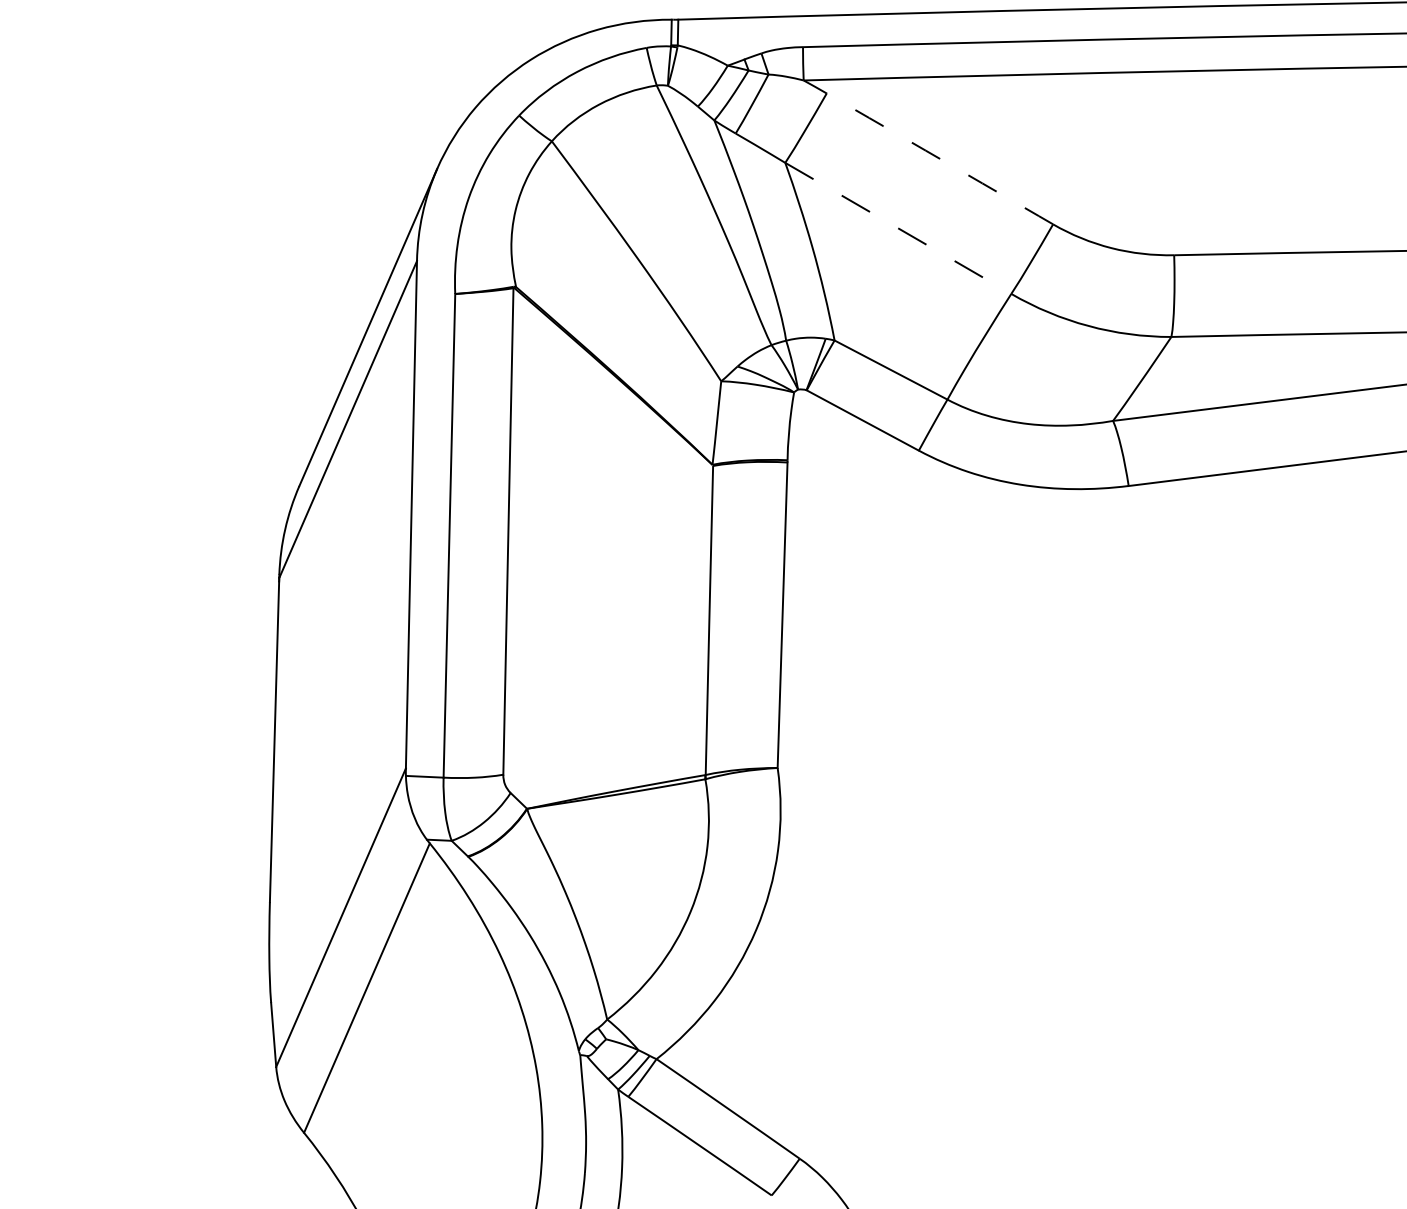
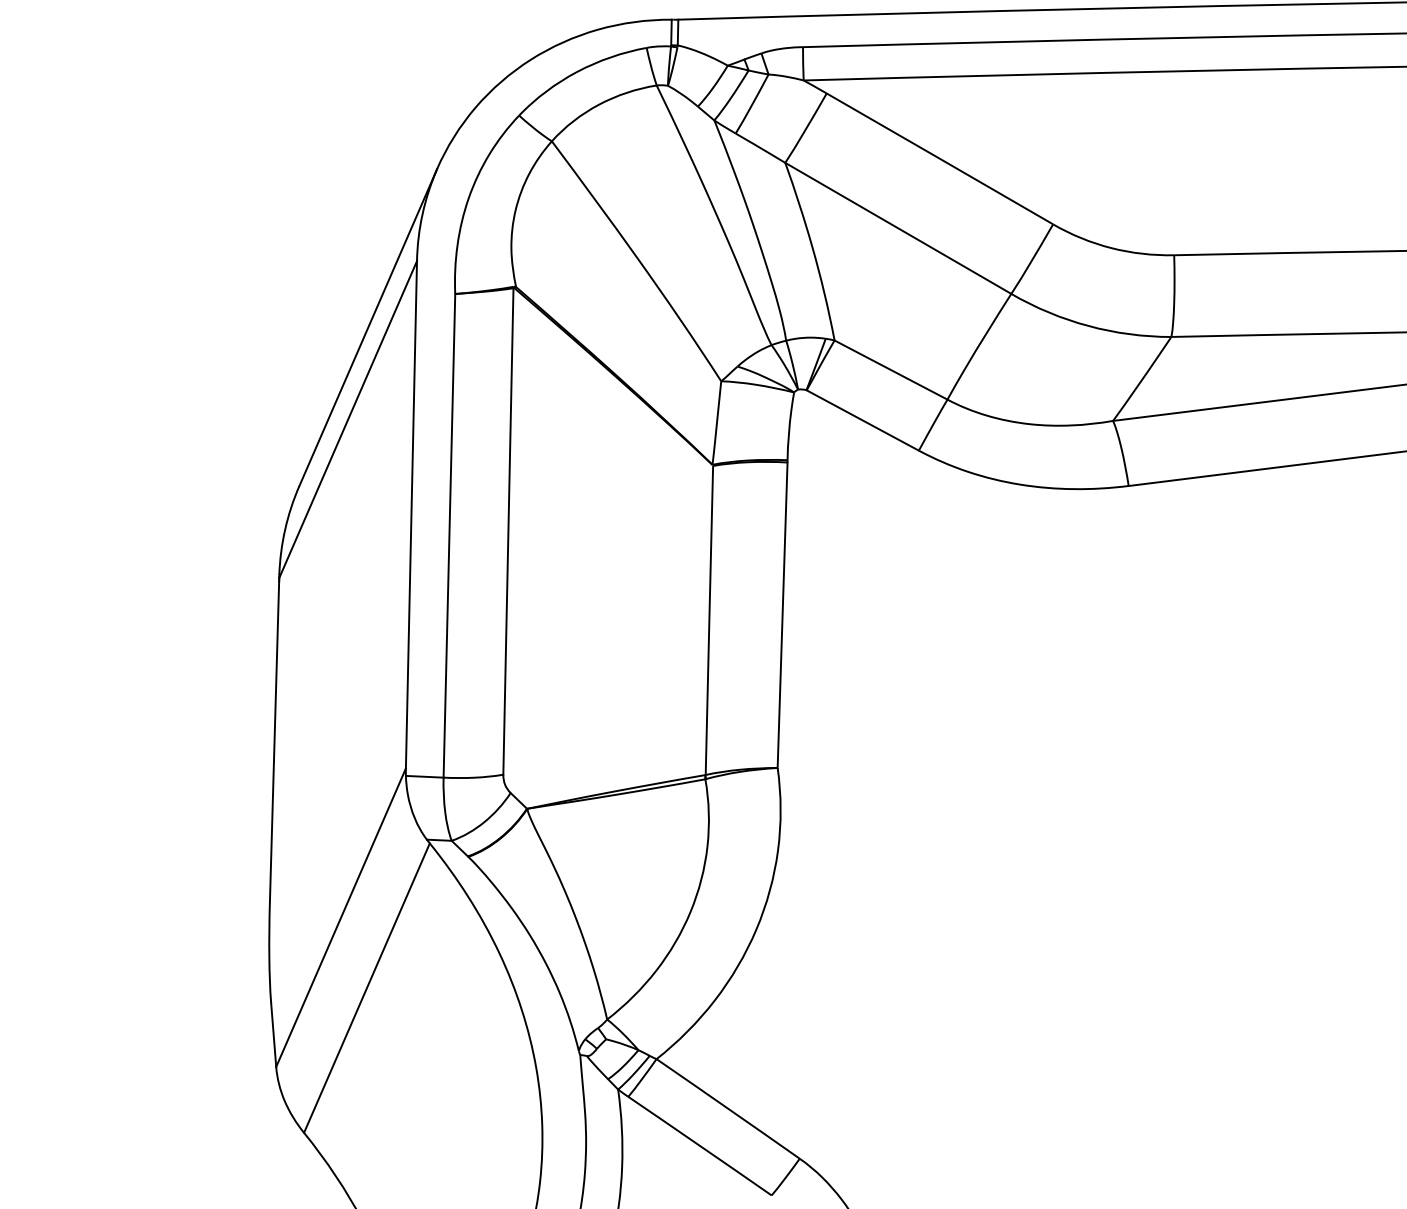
arc at (939, 158): dashed -> solid
line at (898, 228): dashed -> solid
